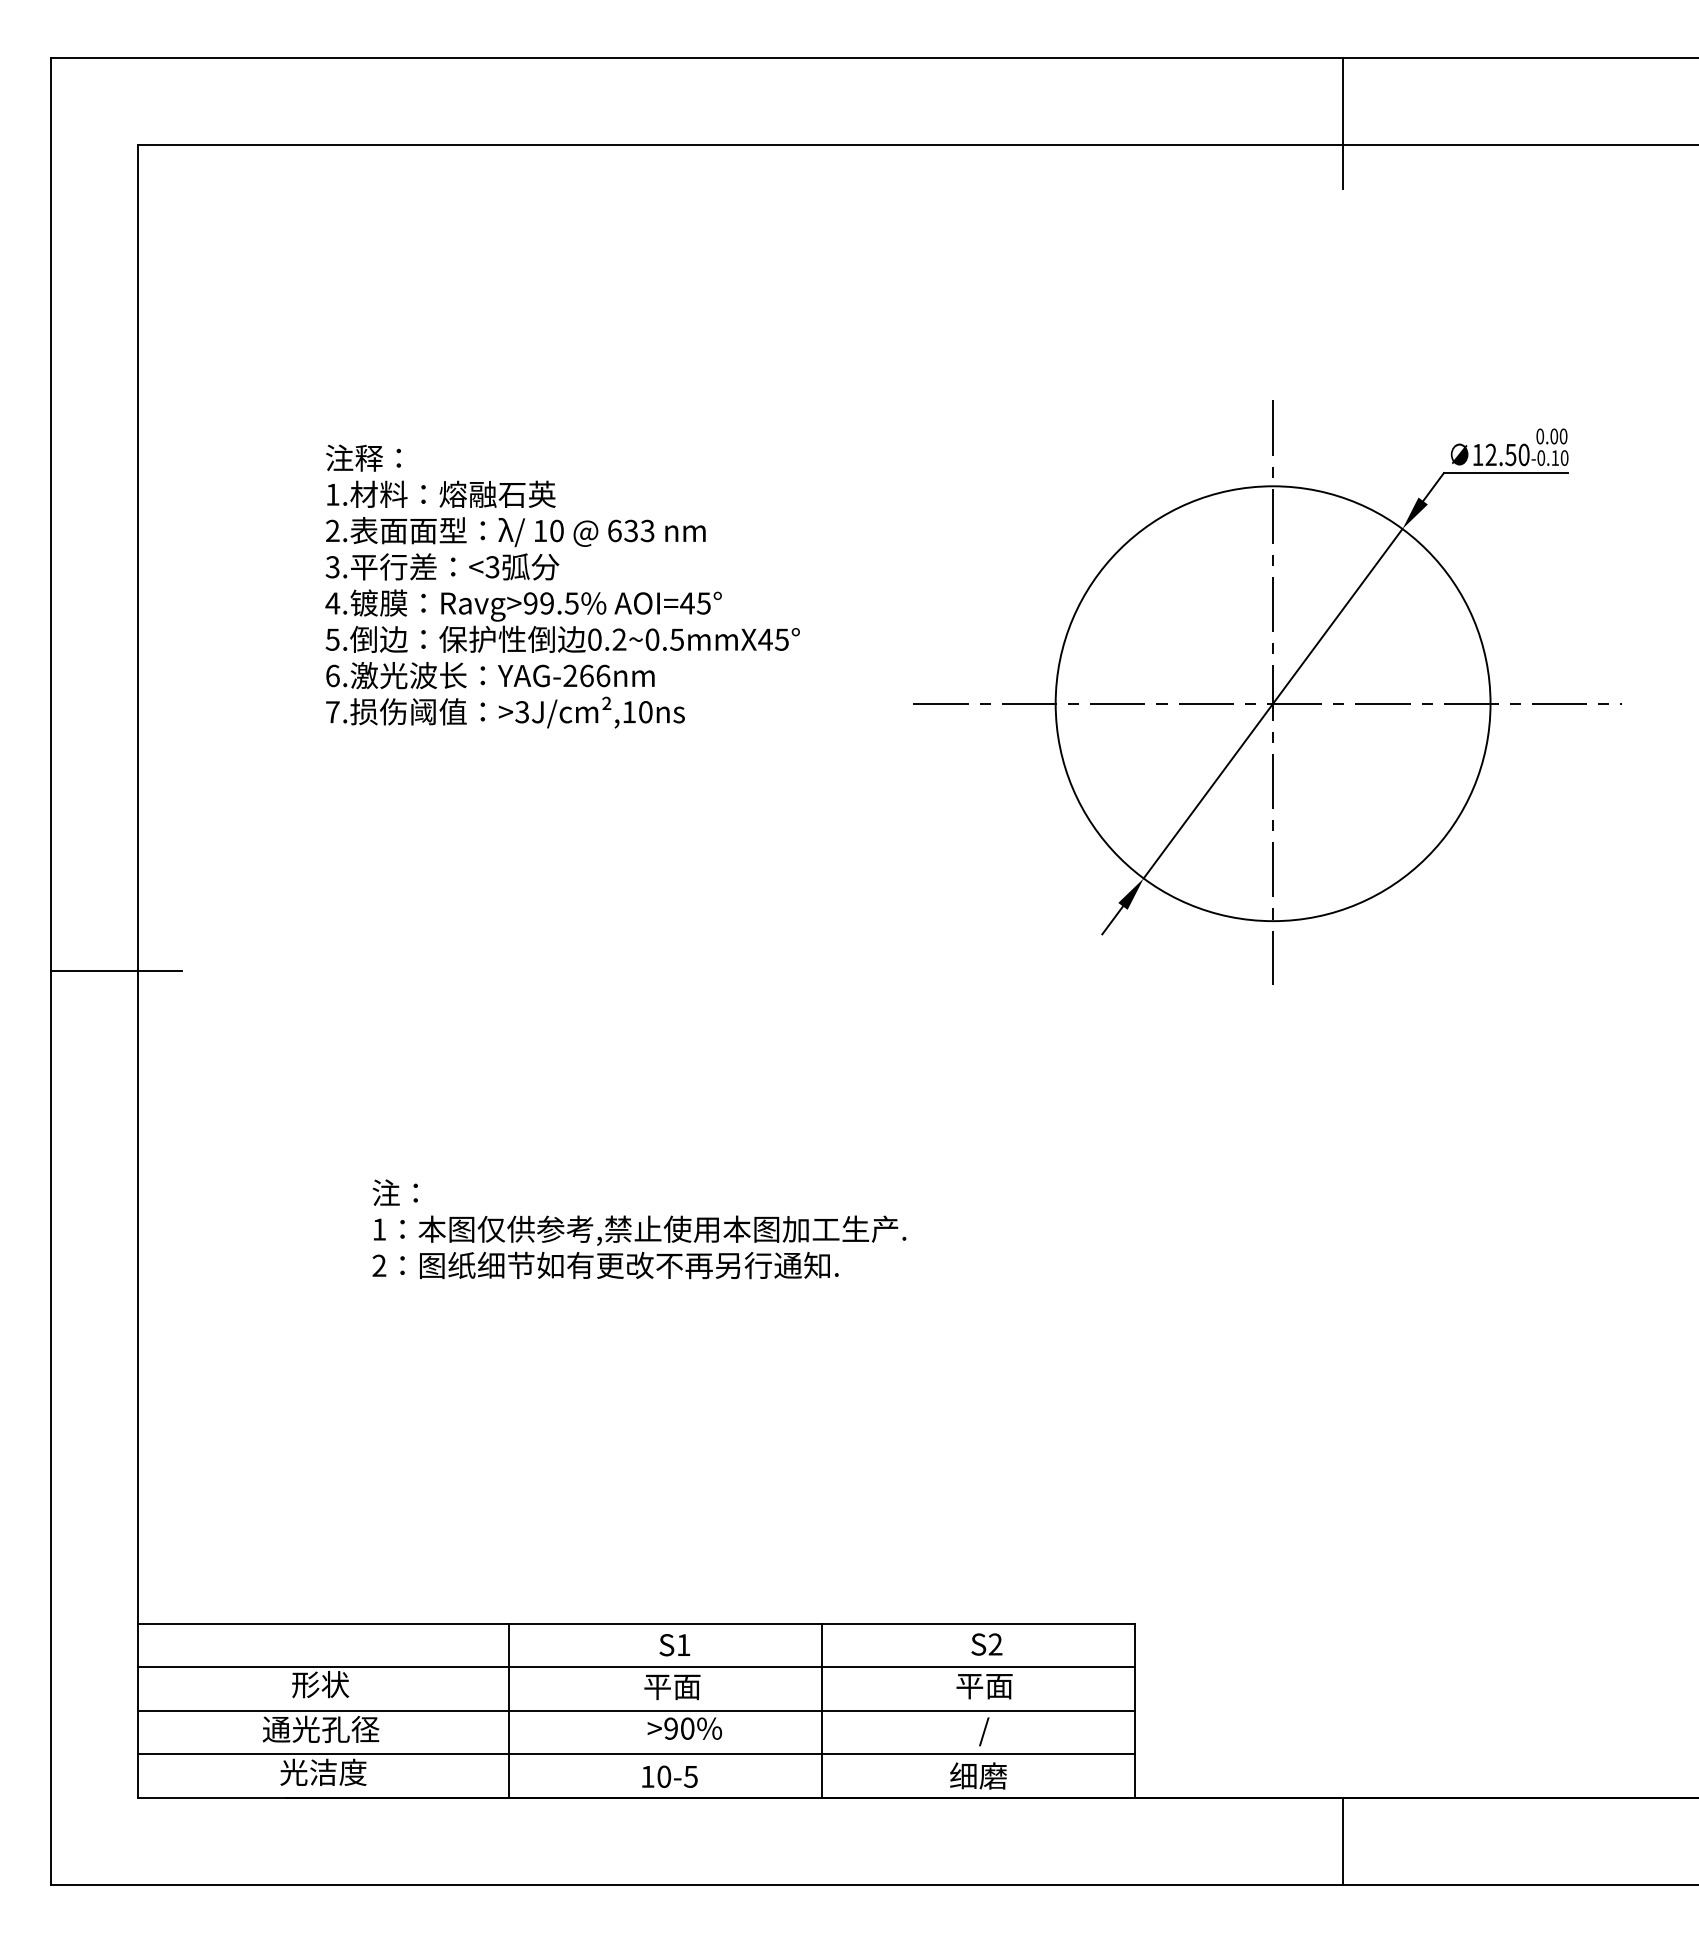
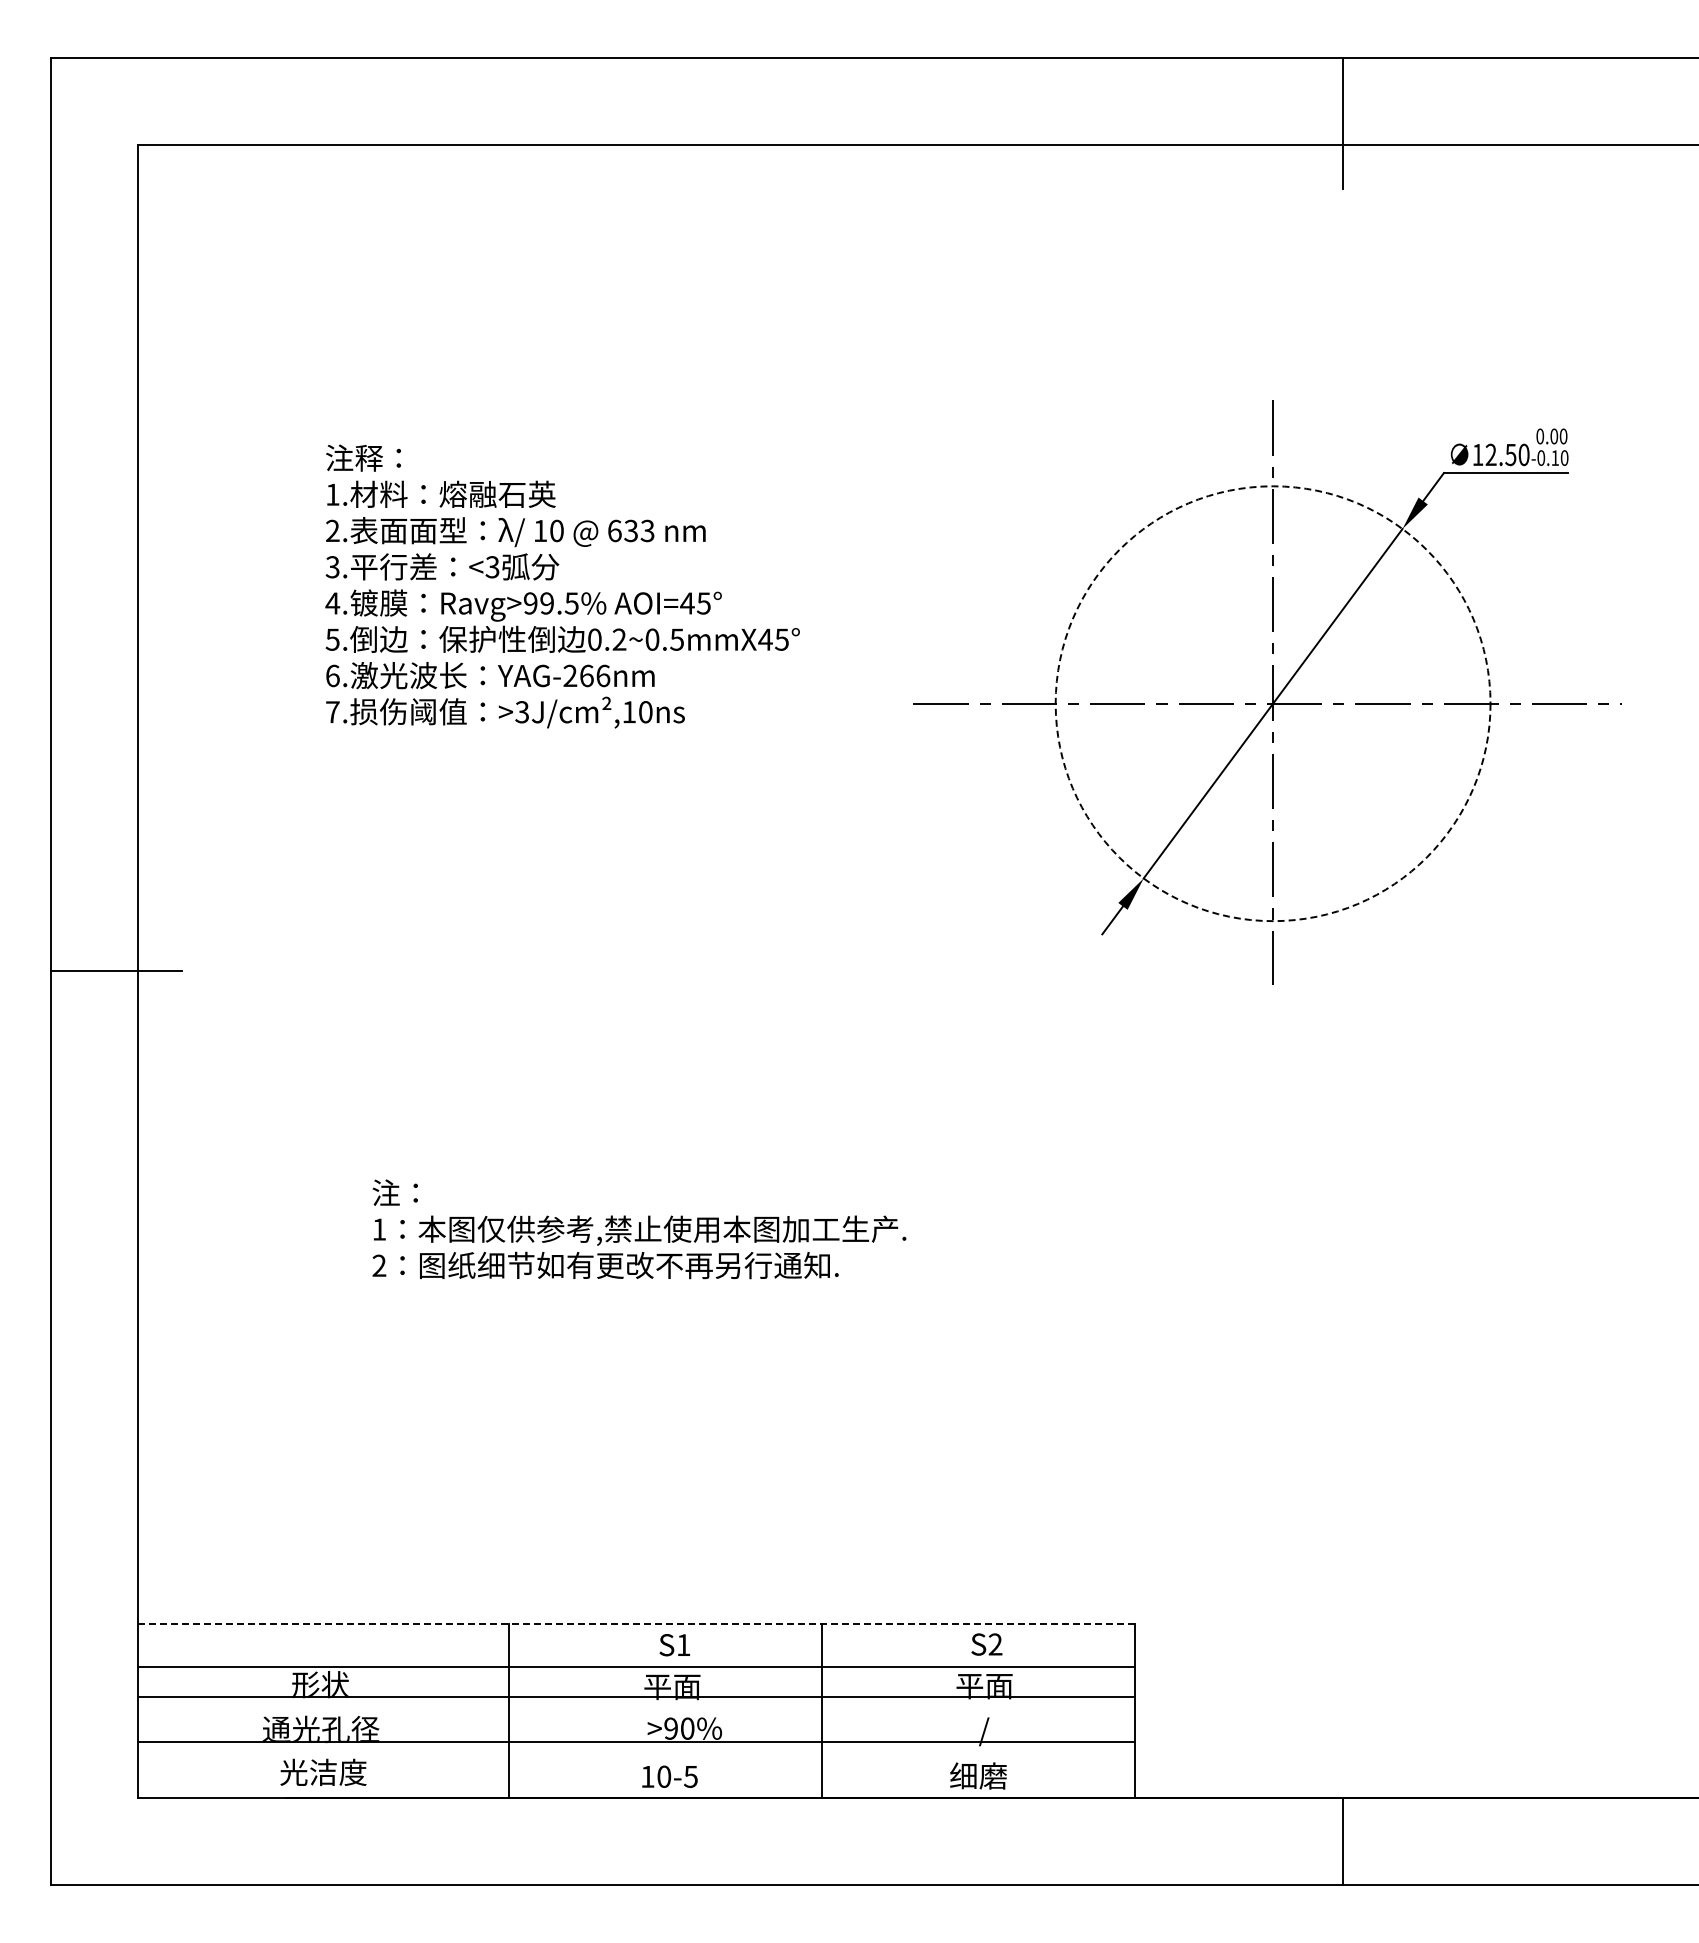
circle at (1272, 703): solid -> dashed
line at (636, 1623): solid -> dashed
line at (636, 1710) position: (636, 1710) -> (636, 1696)
line at (636, 1754) position: (636, 1754) -> (636, 1742)
